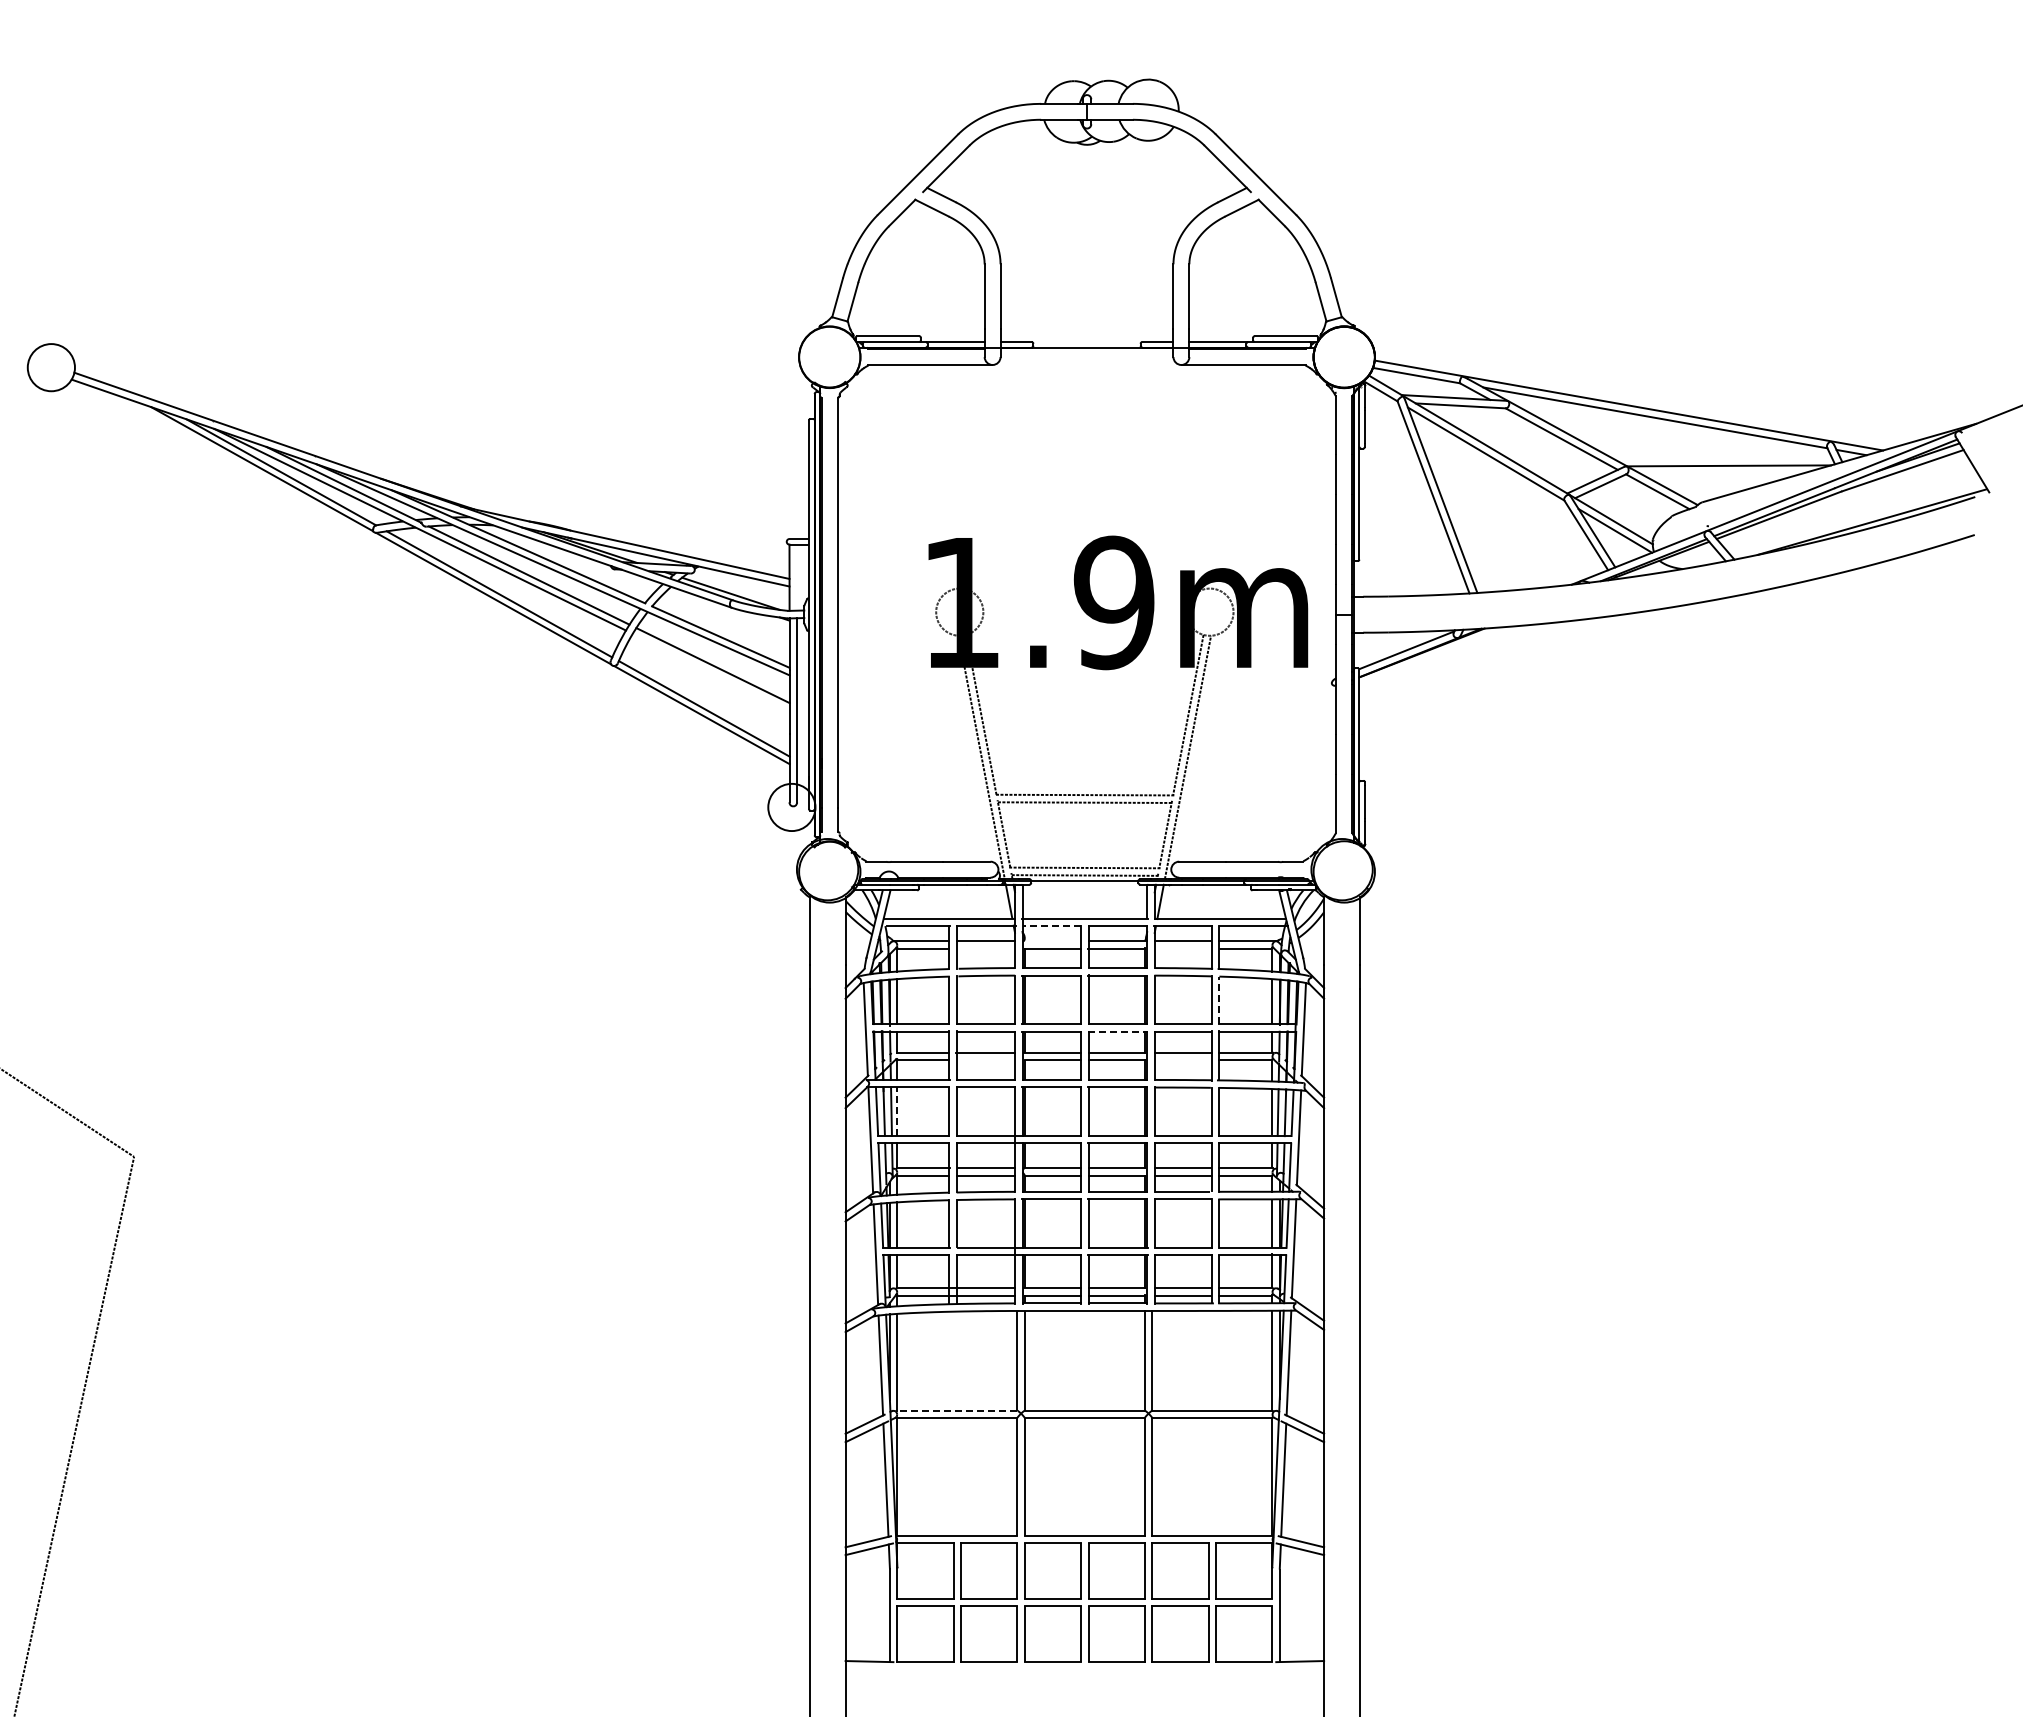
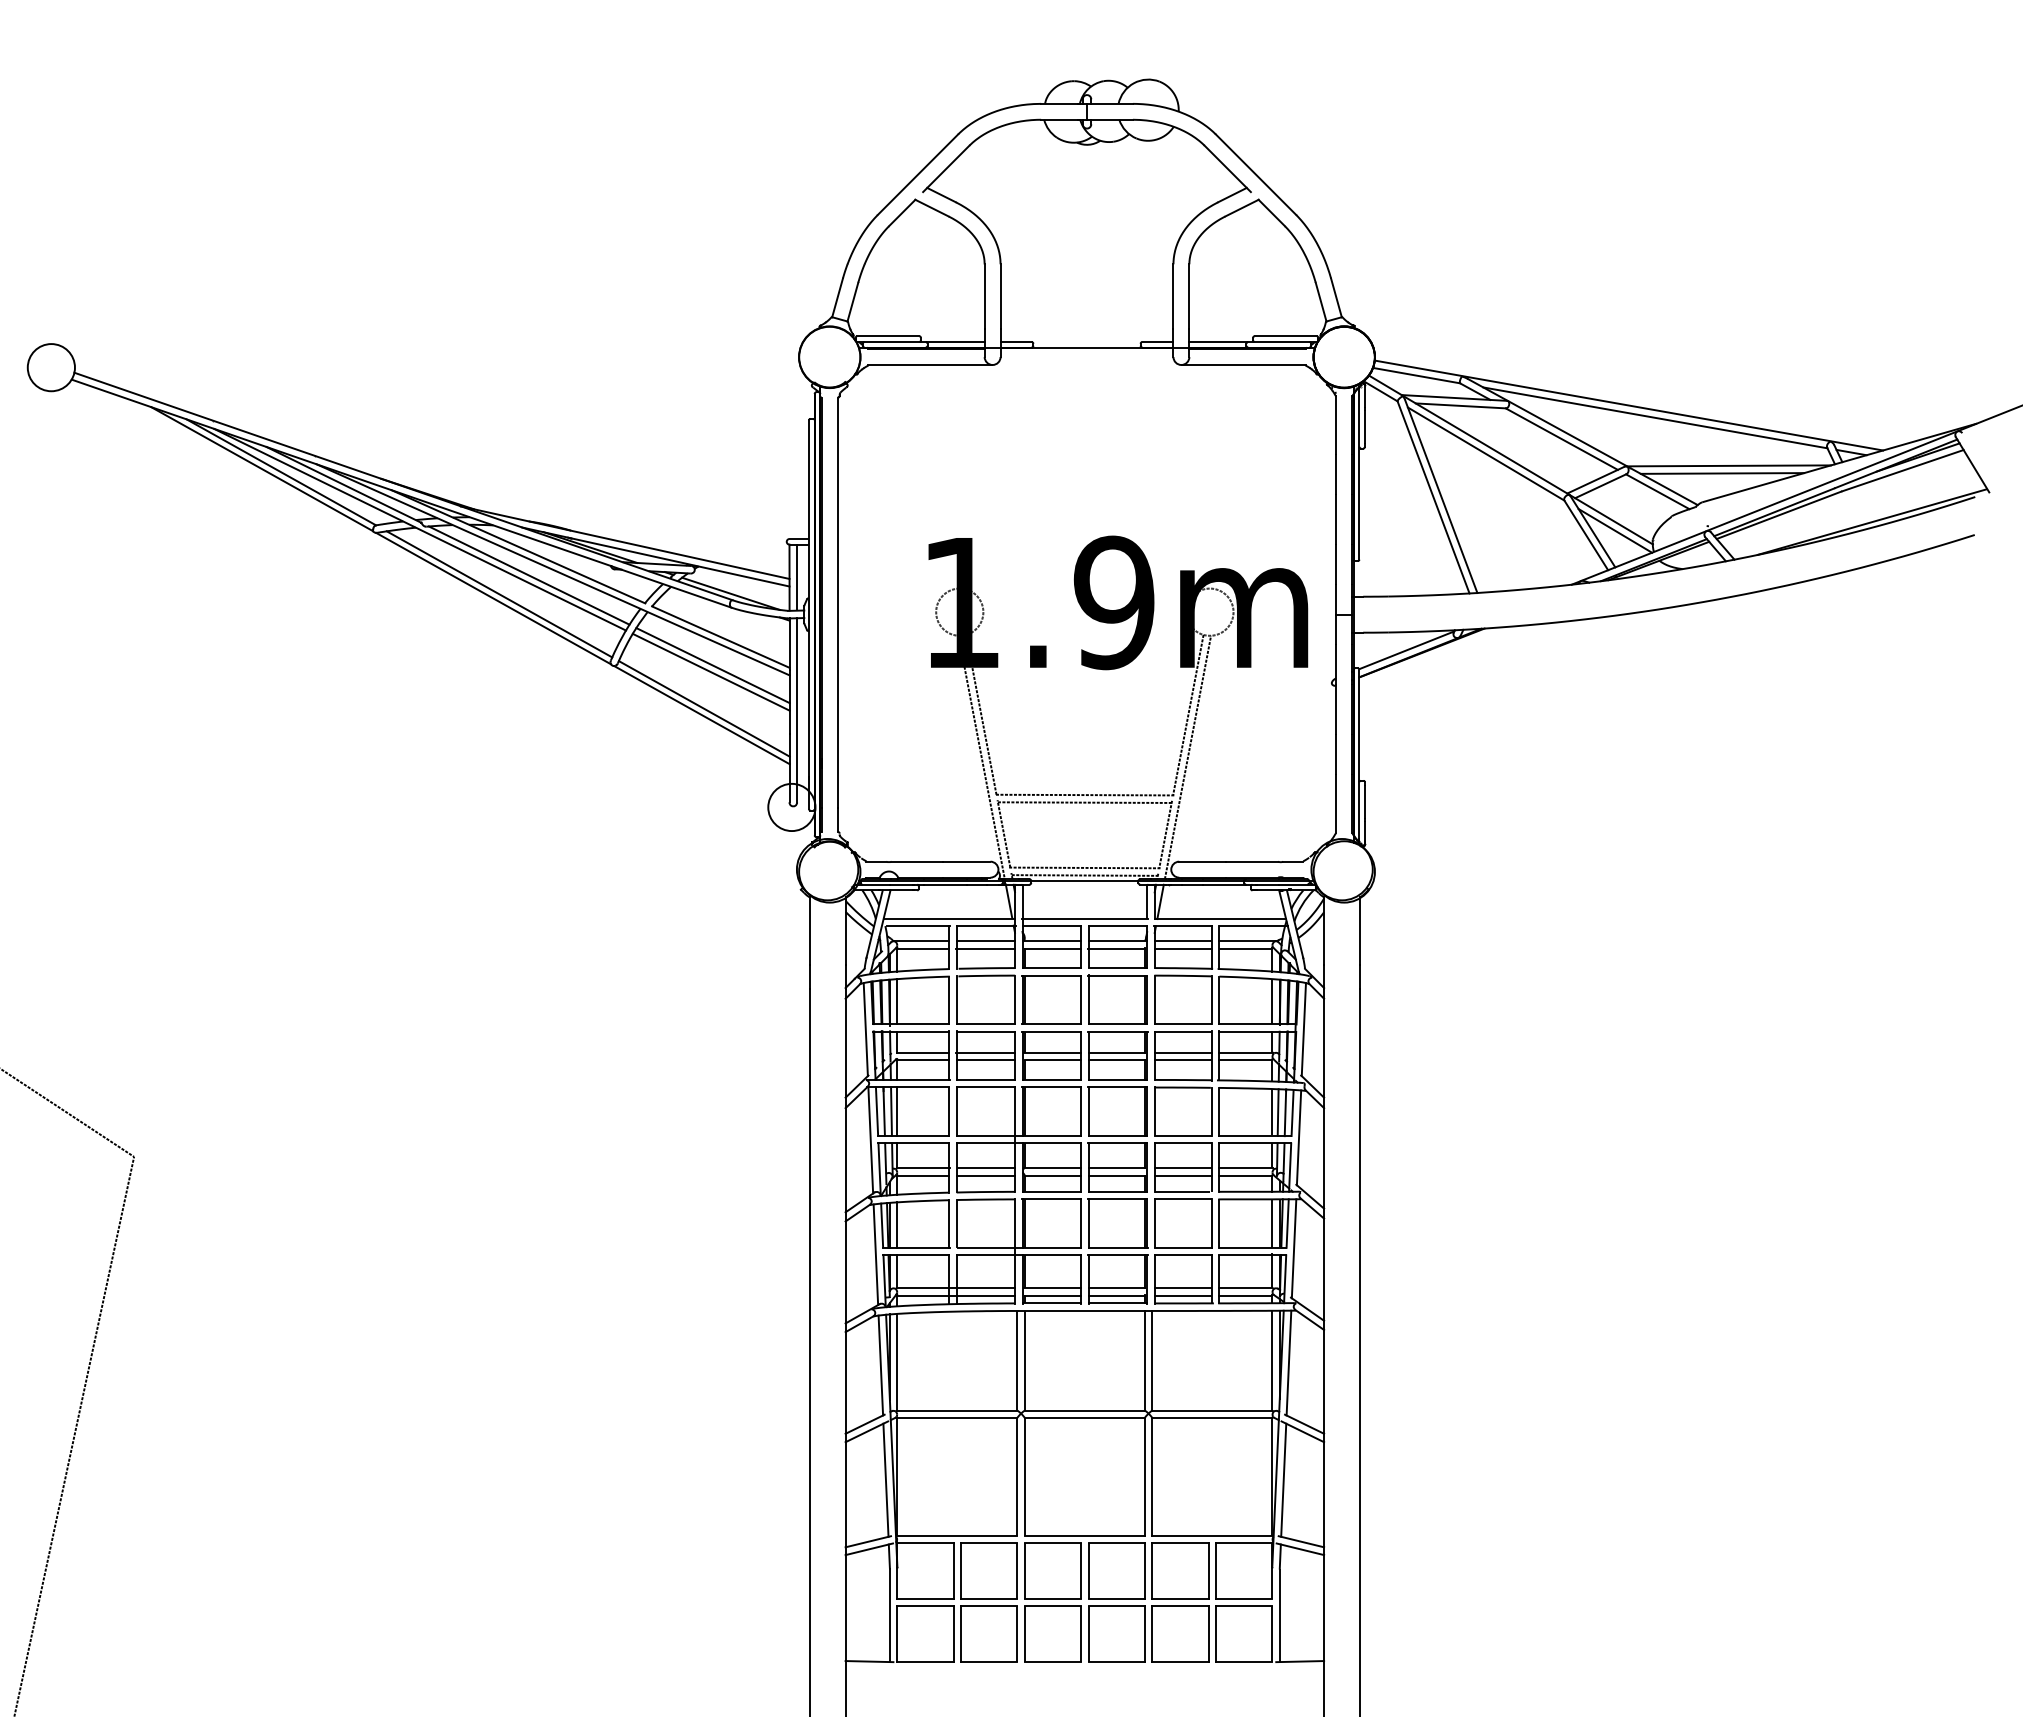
line at (1722, 473): none -> present
line at (797, 577): none -> present
line at (710, 671): none -> present
line at (1051, 926): dashed -> solid
line at (1052, 941): none -> present
line at (985, 948): none -> present
line at (1183, 948): none -> present
line at (1219, 999): dashed -> solid
line at (1118, 1031): dashed -> solid
line at (985, 1060): none -> present
line at (1182, 1060): none -> present
line at (897, 1111): dashed -> solid
line at (956, 1410): dashed -> solid
